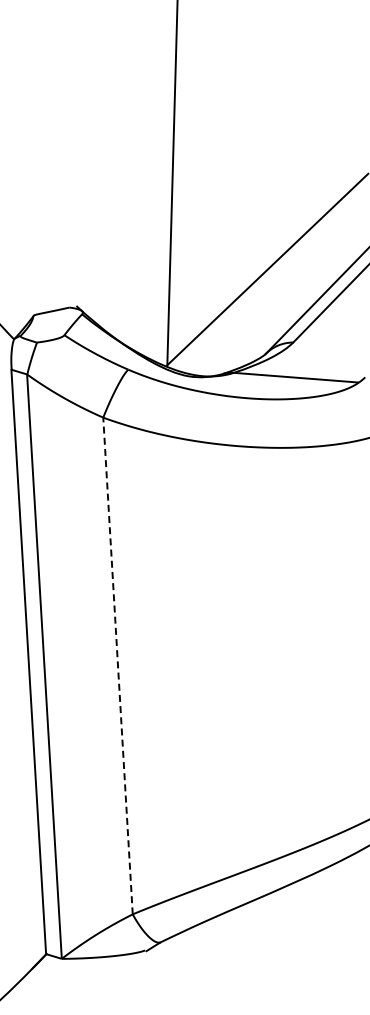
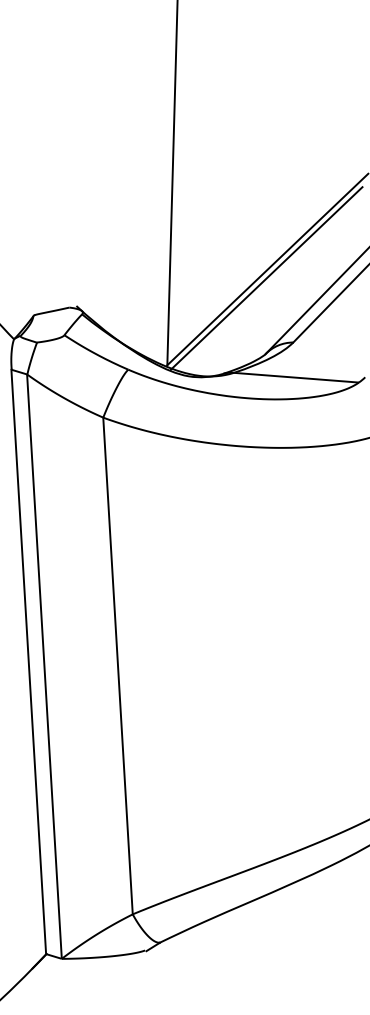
line at (266, 278): none -> present
line at (118, 666): dashed -> solid
